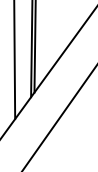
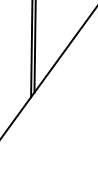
line at (14, 60): present -> none
line at (58, 118): present -> none
